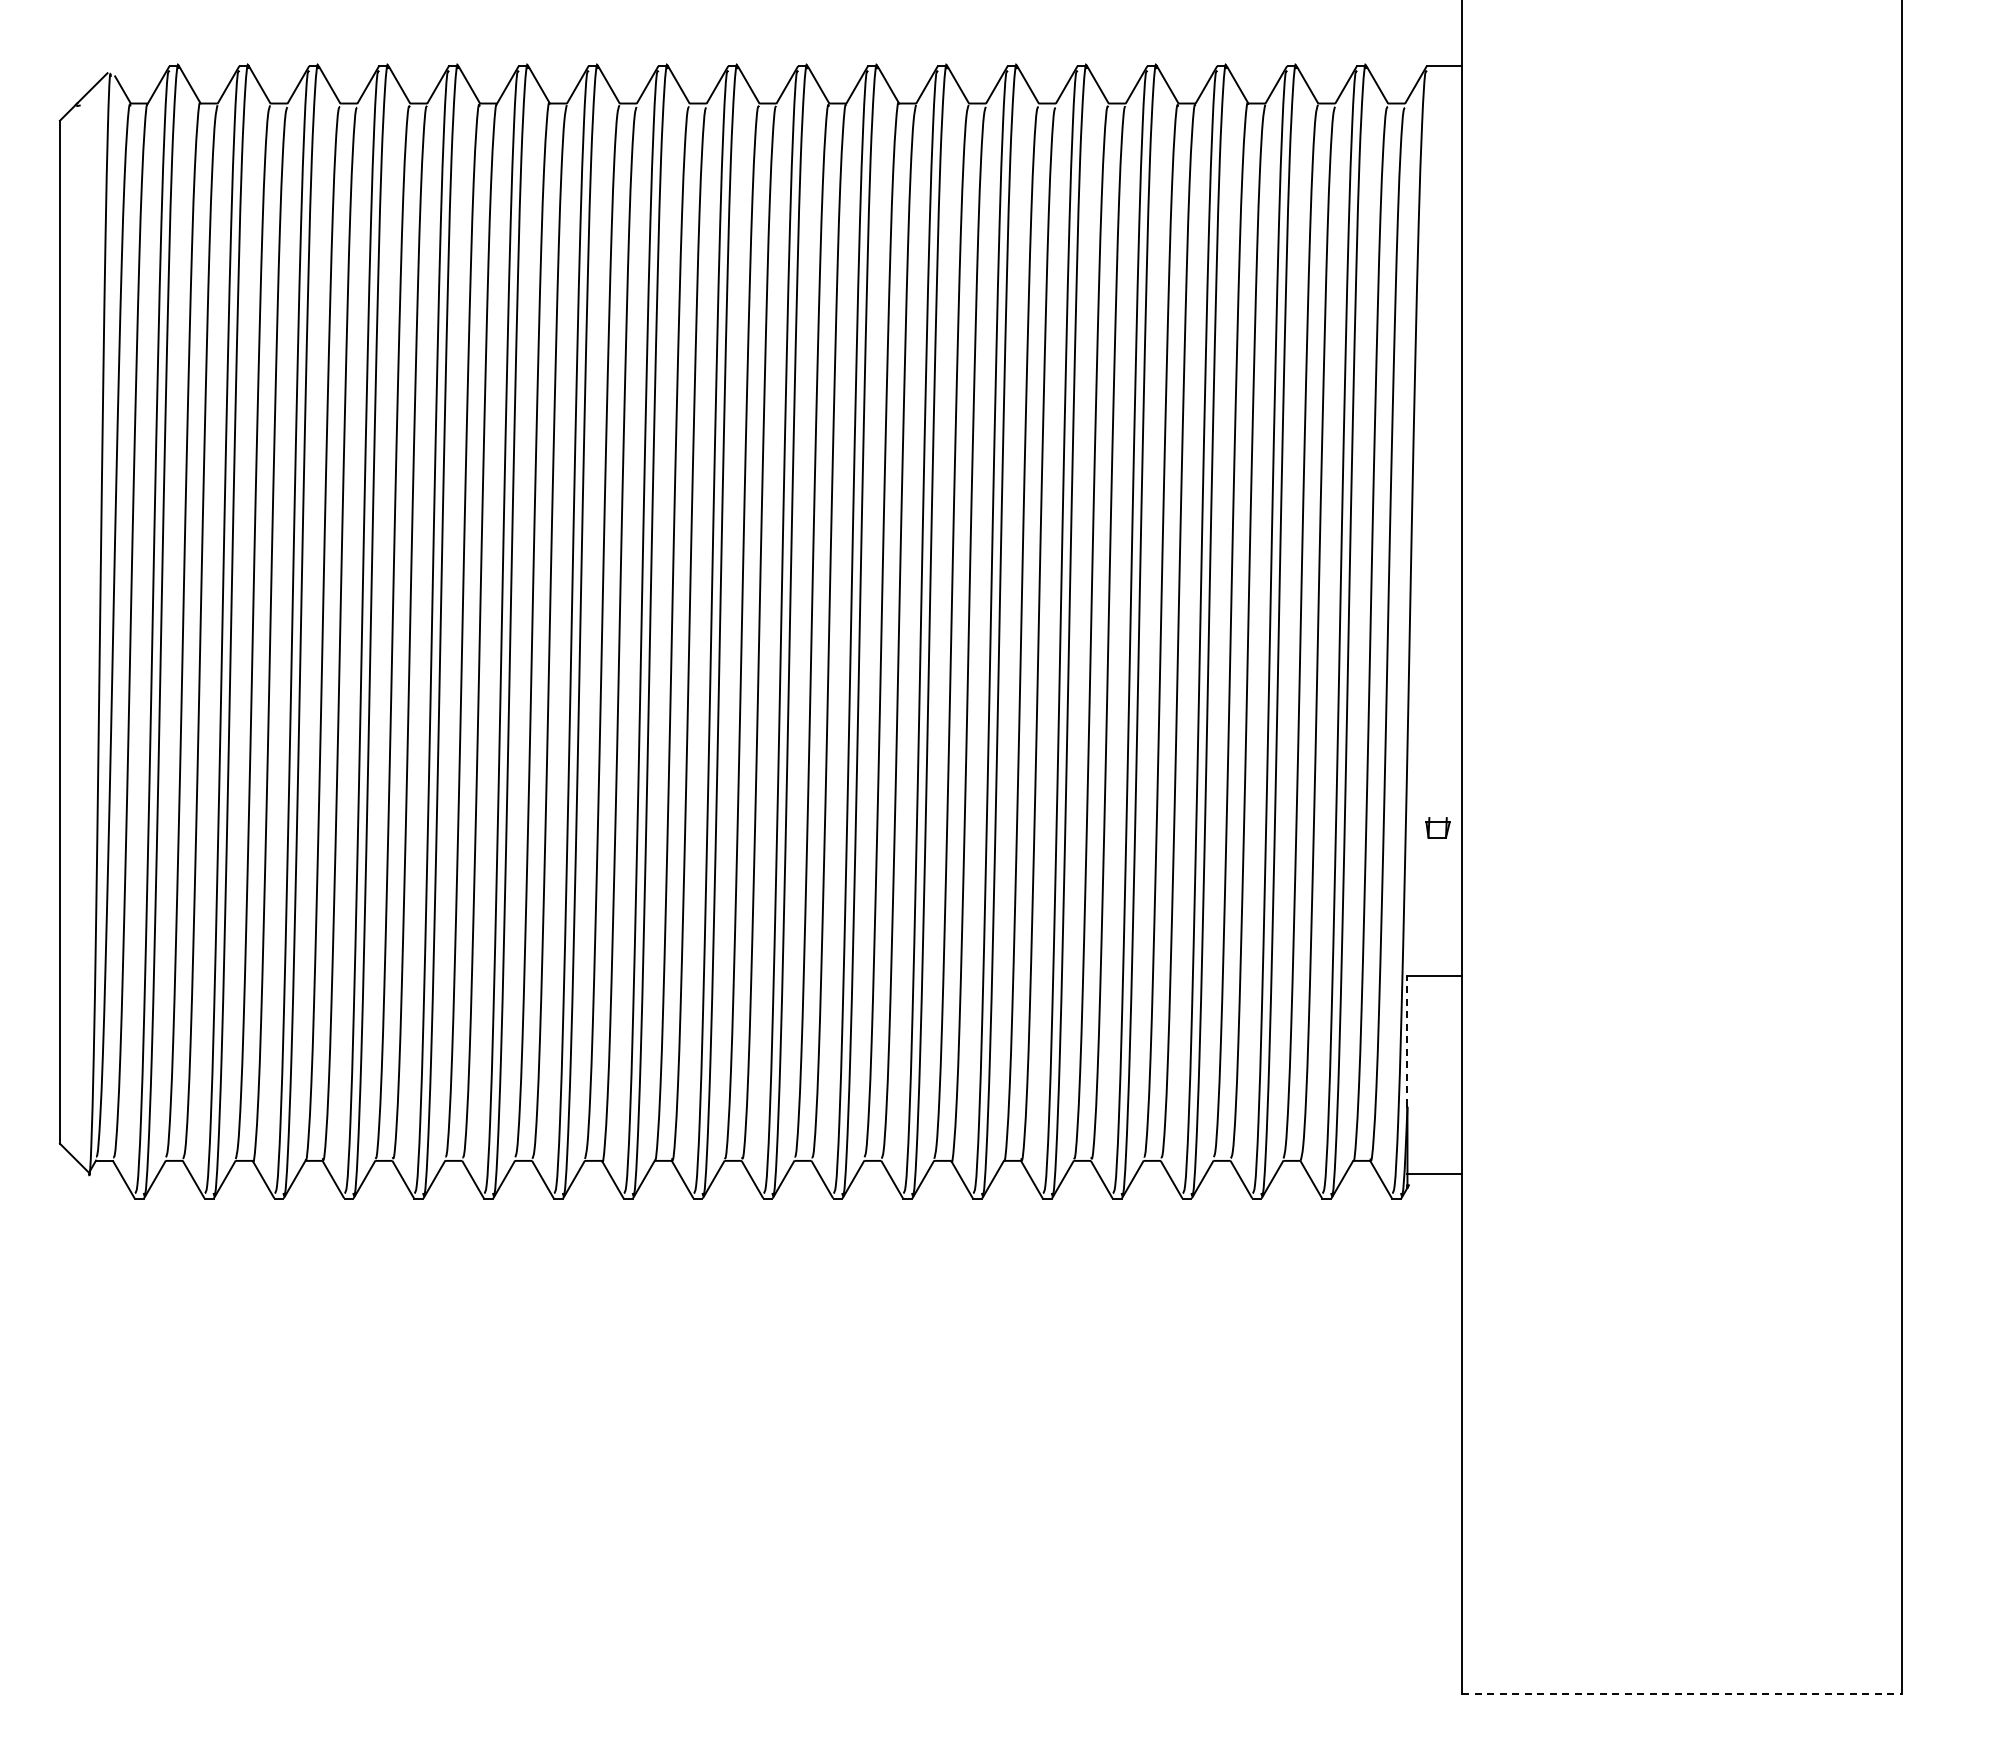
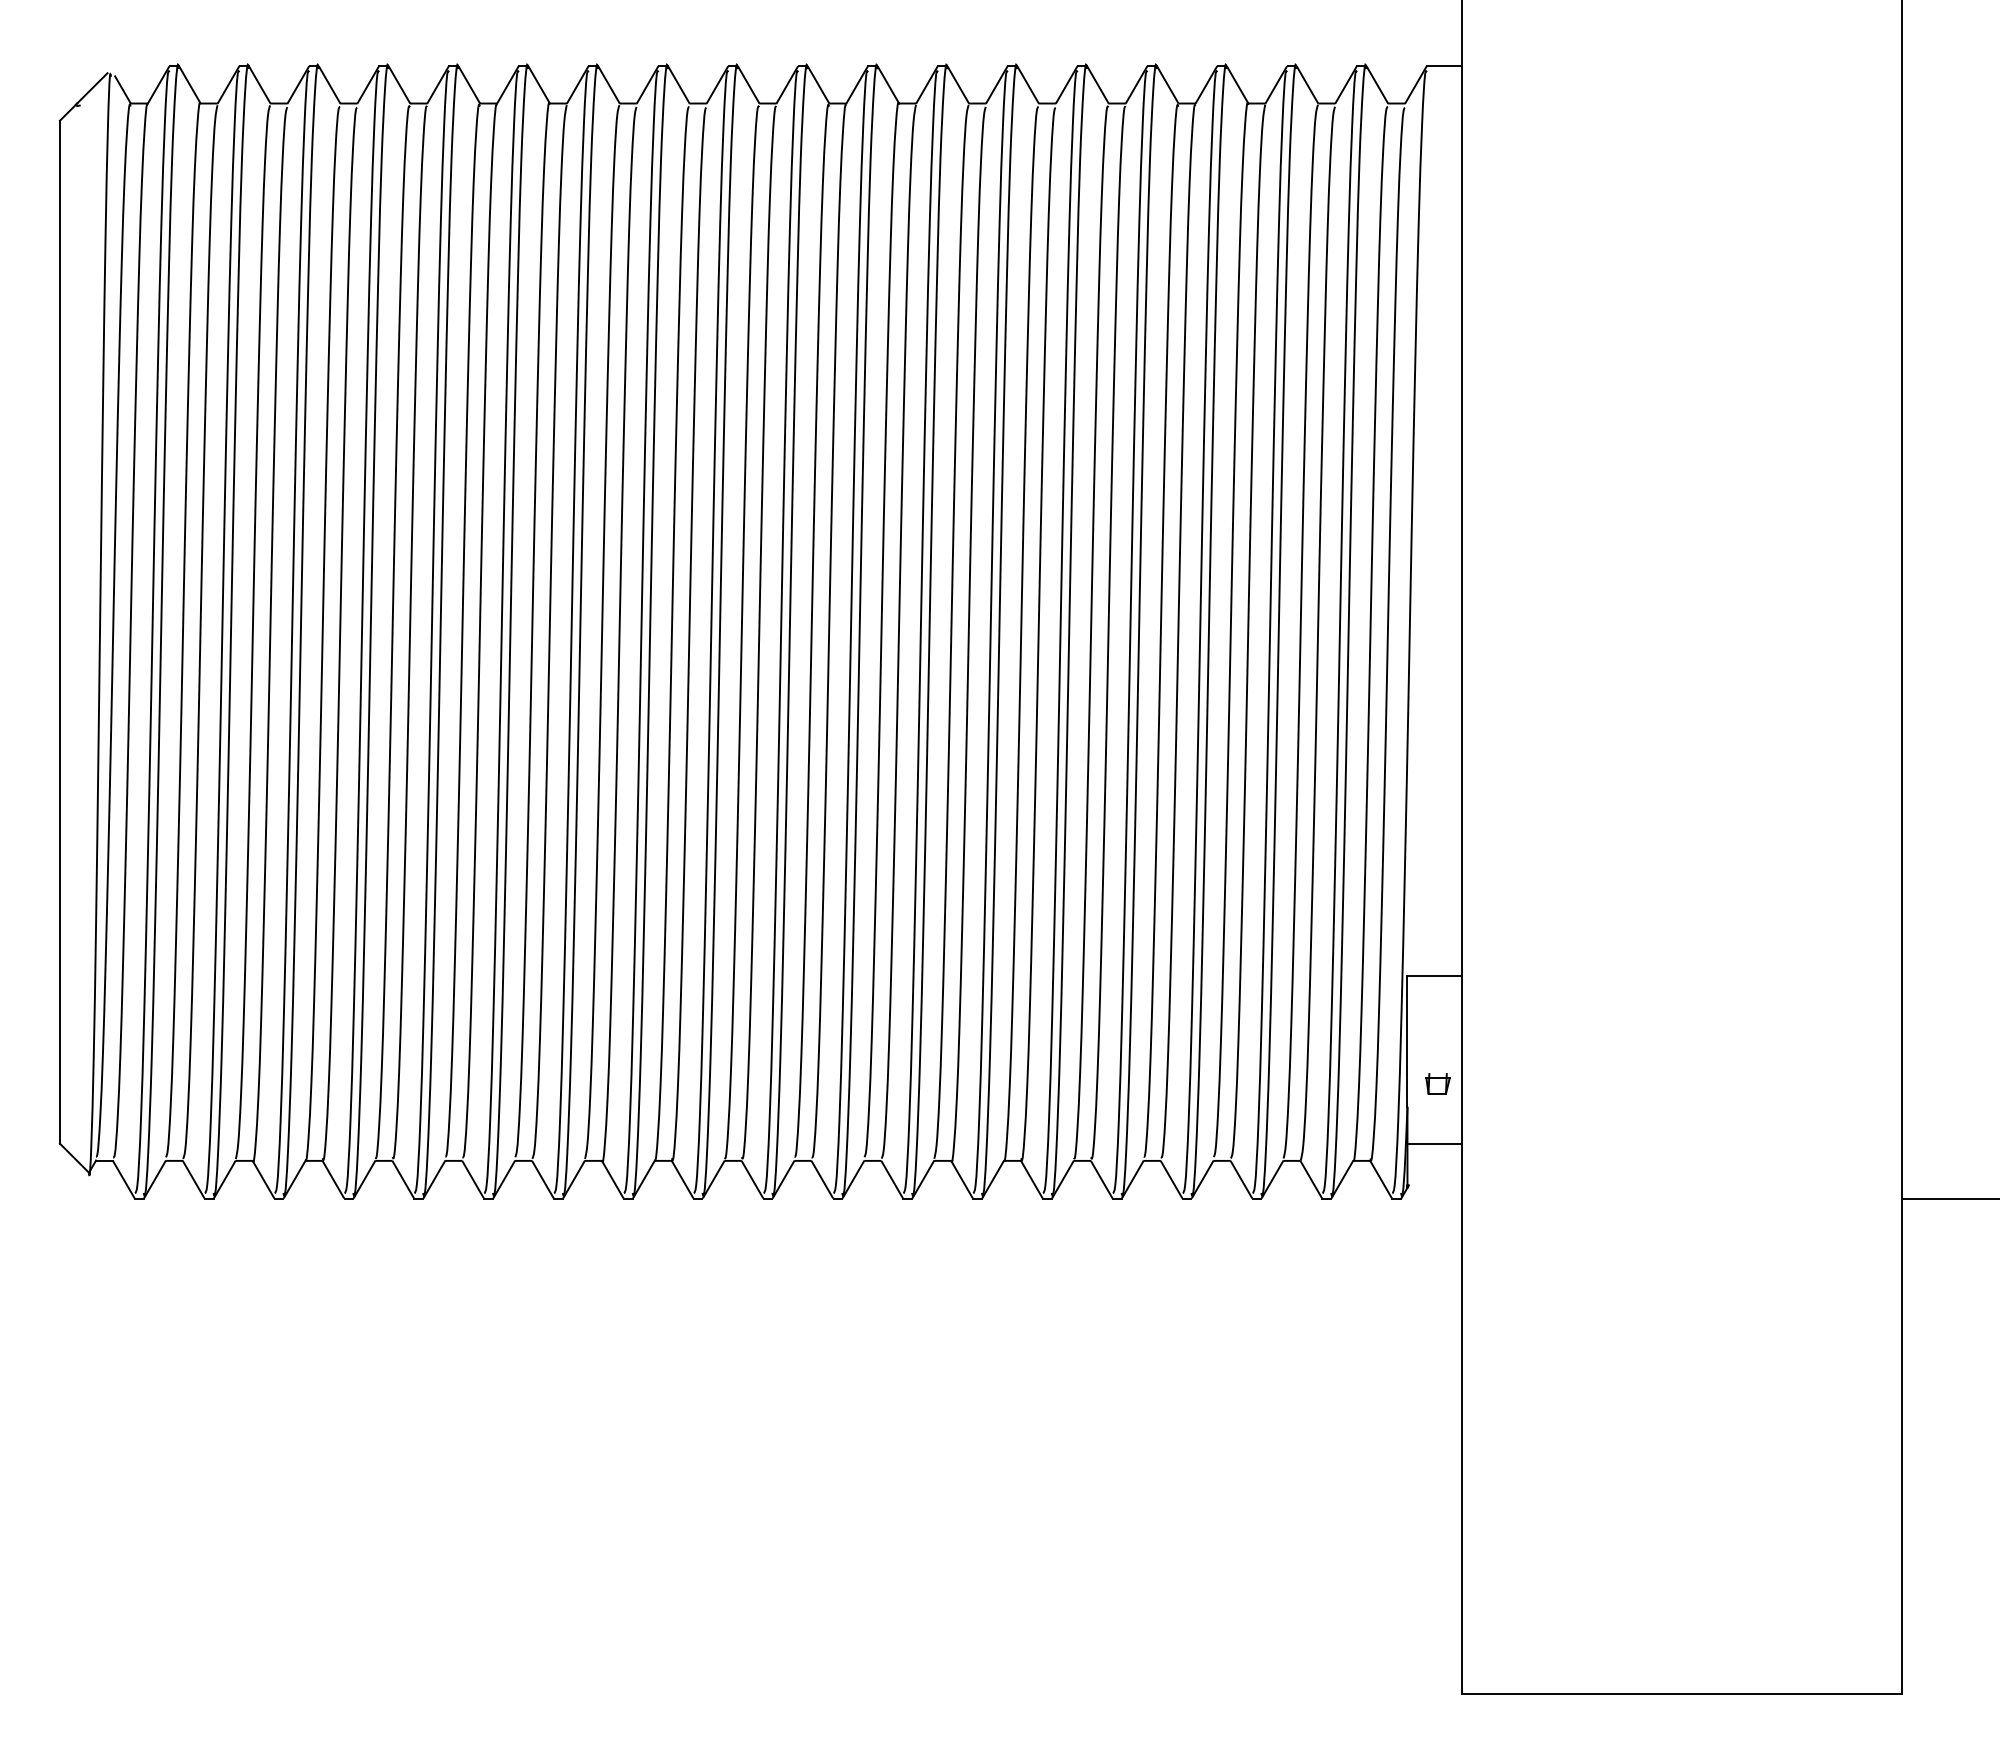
part at (1437, 827) position: (1437, 827) -> (1437, 1083)
line at (1407, 1040): dashed -> solid
line at (1434, 1173) position: (1434, 1173) -> (1434, 1143)
line at (1949, 1198): none -> present
line at (1682, 1693): dashed -> solid
